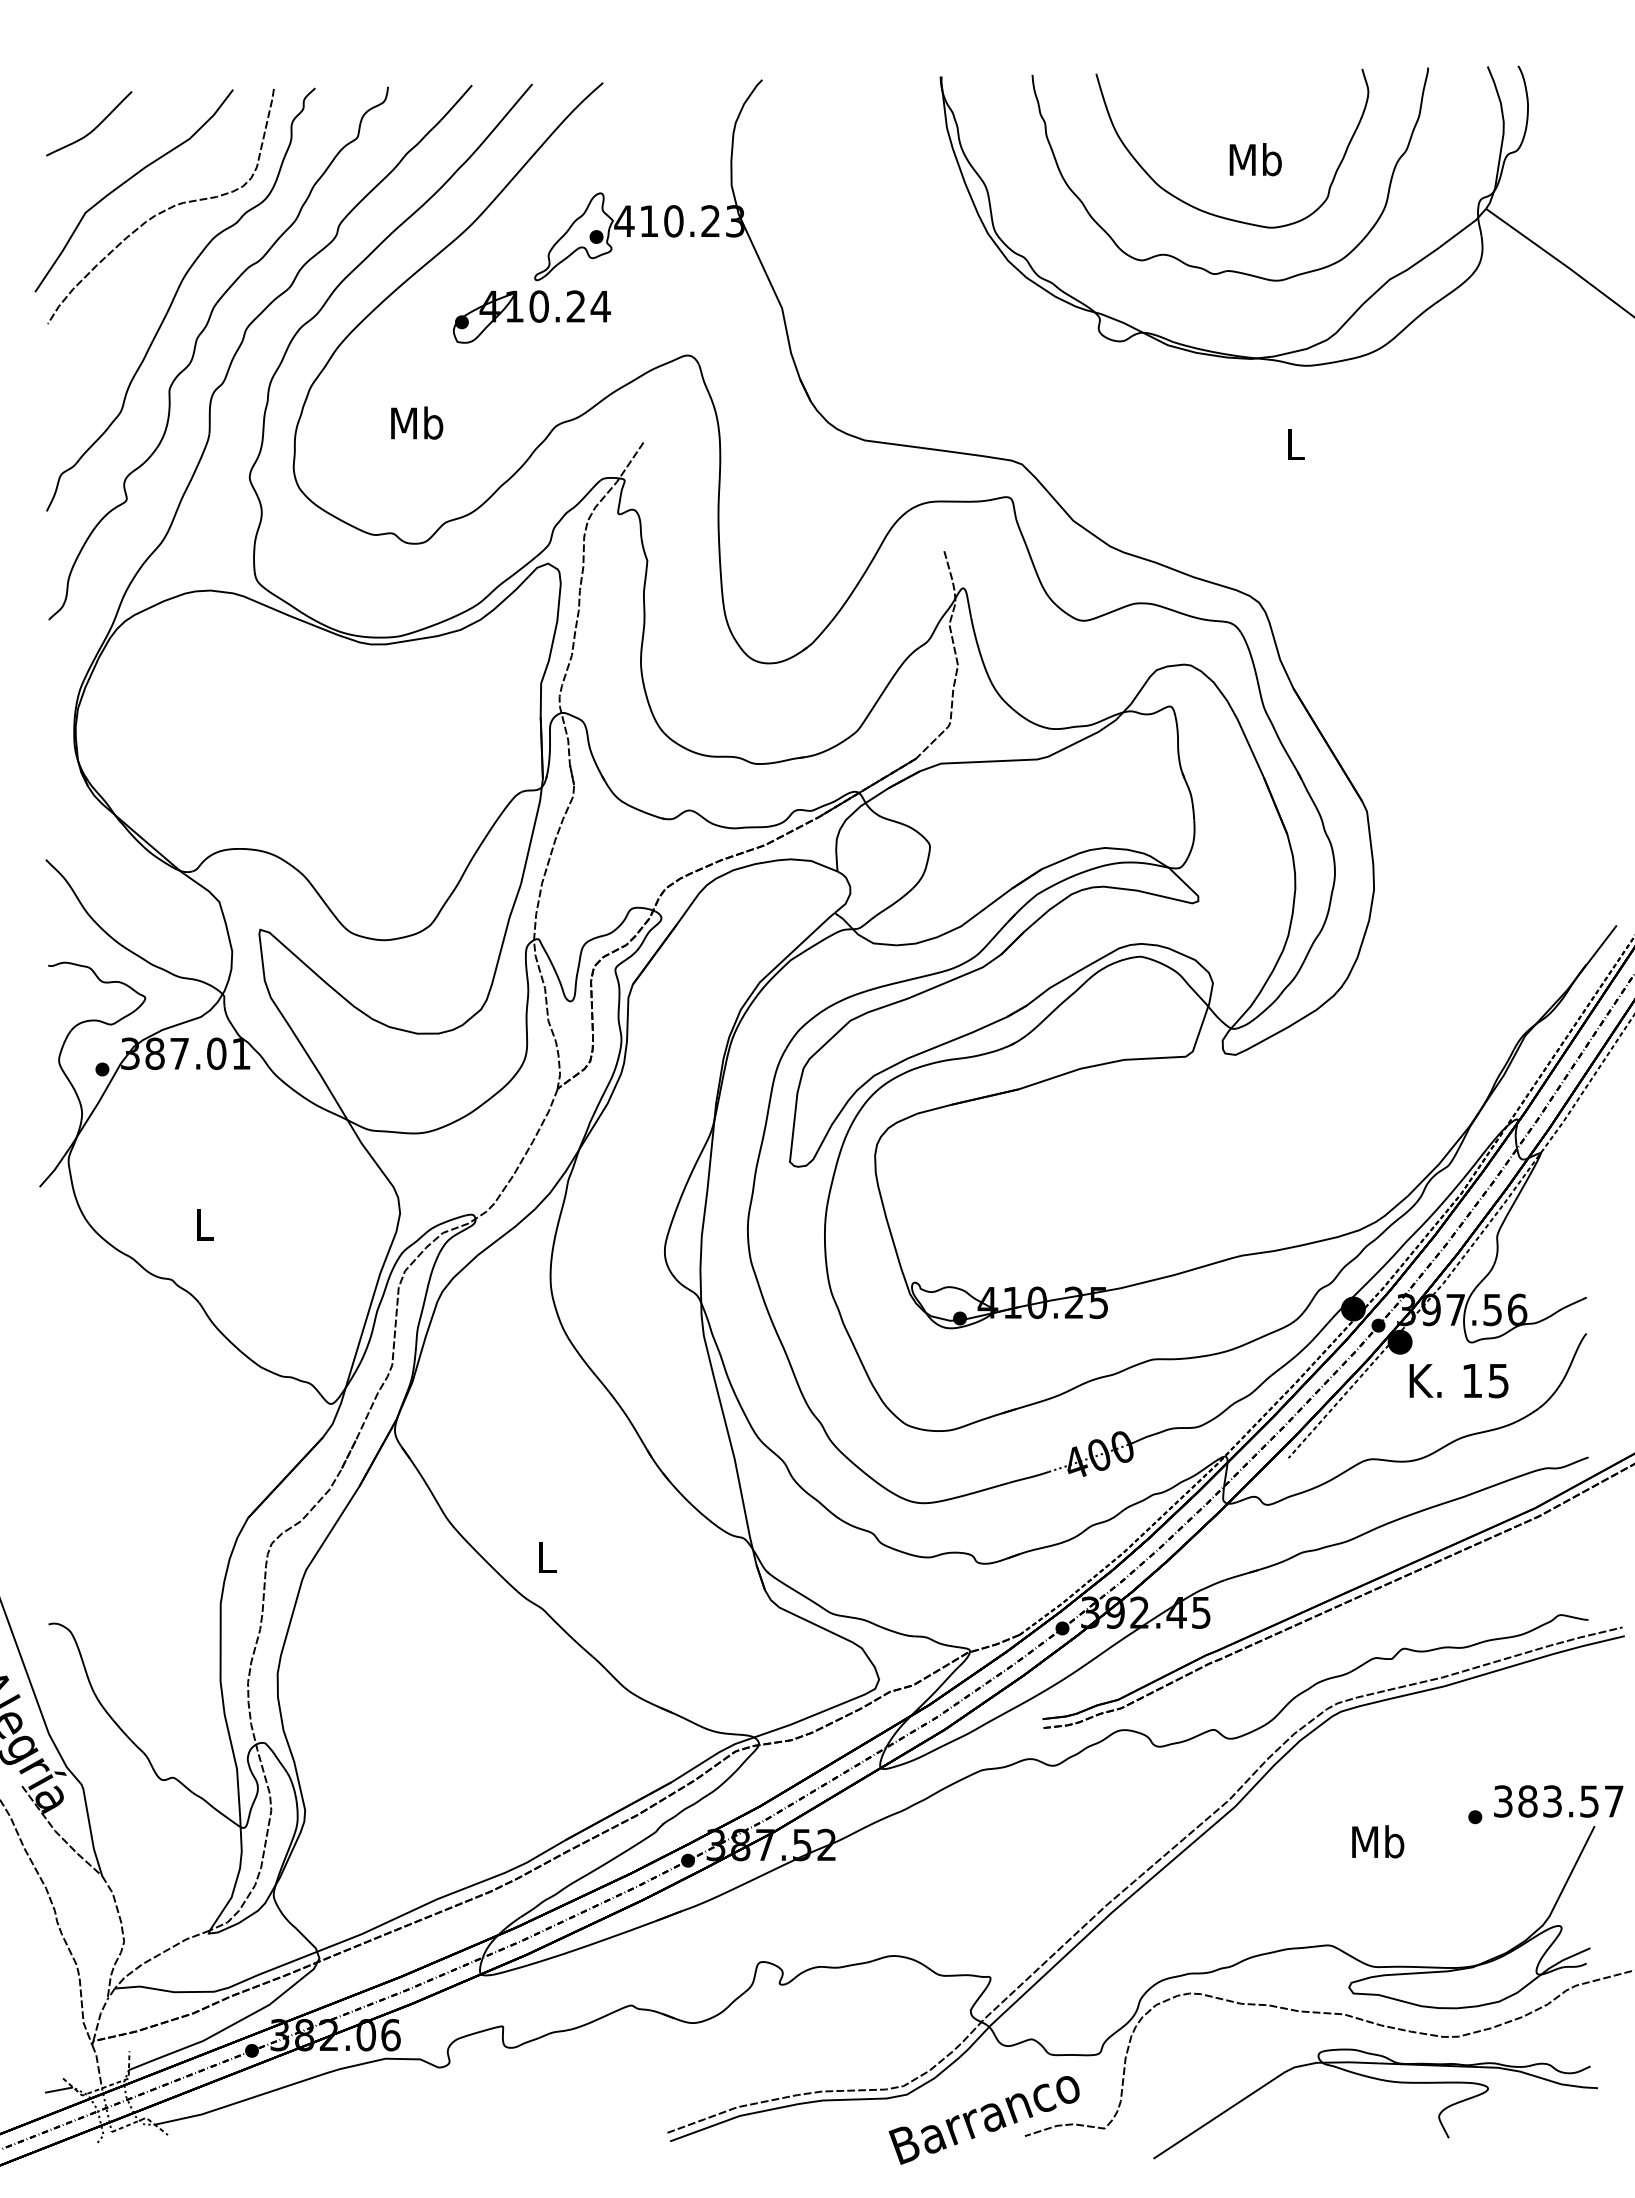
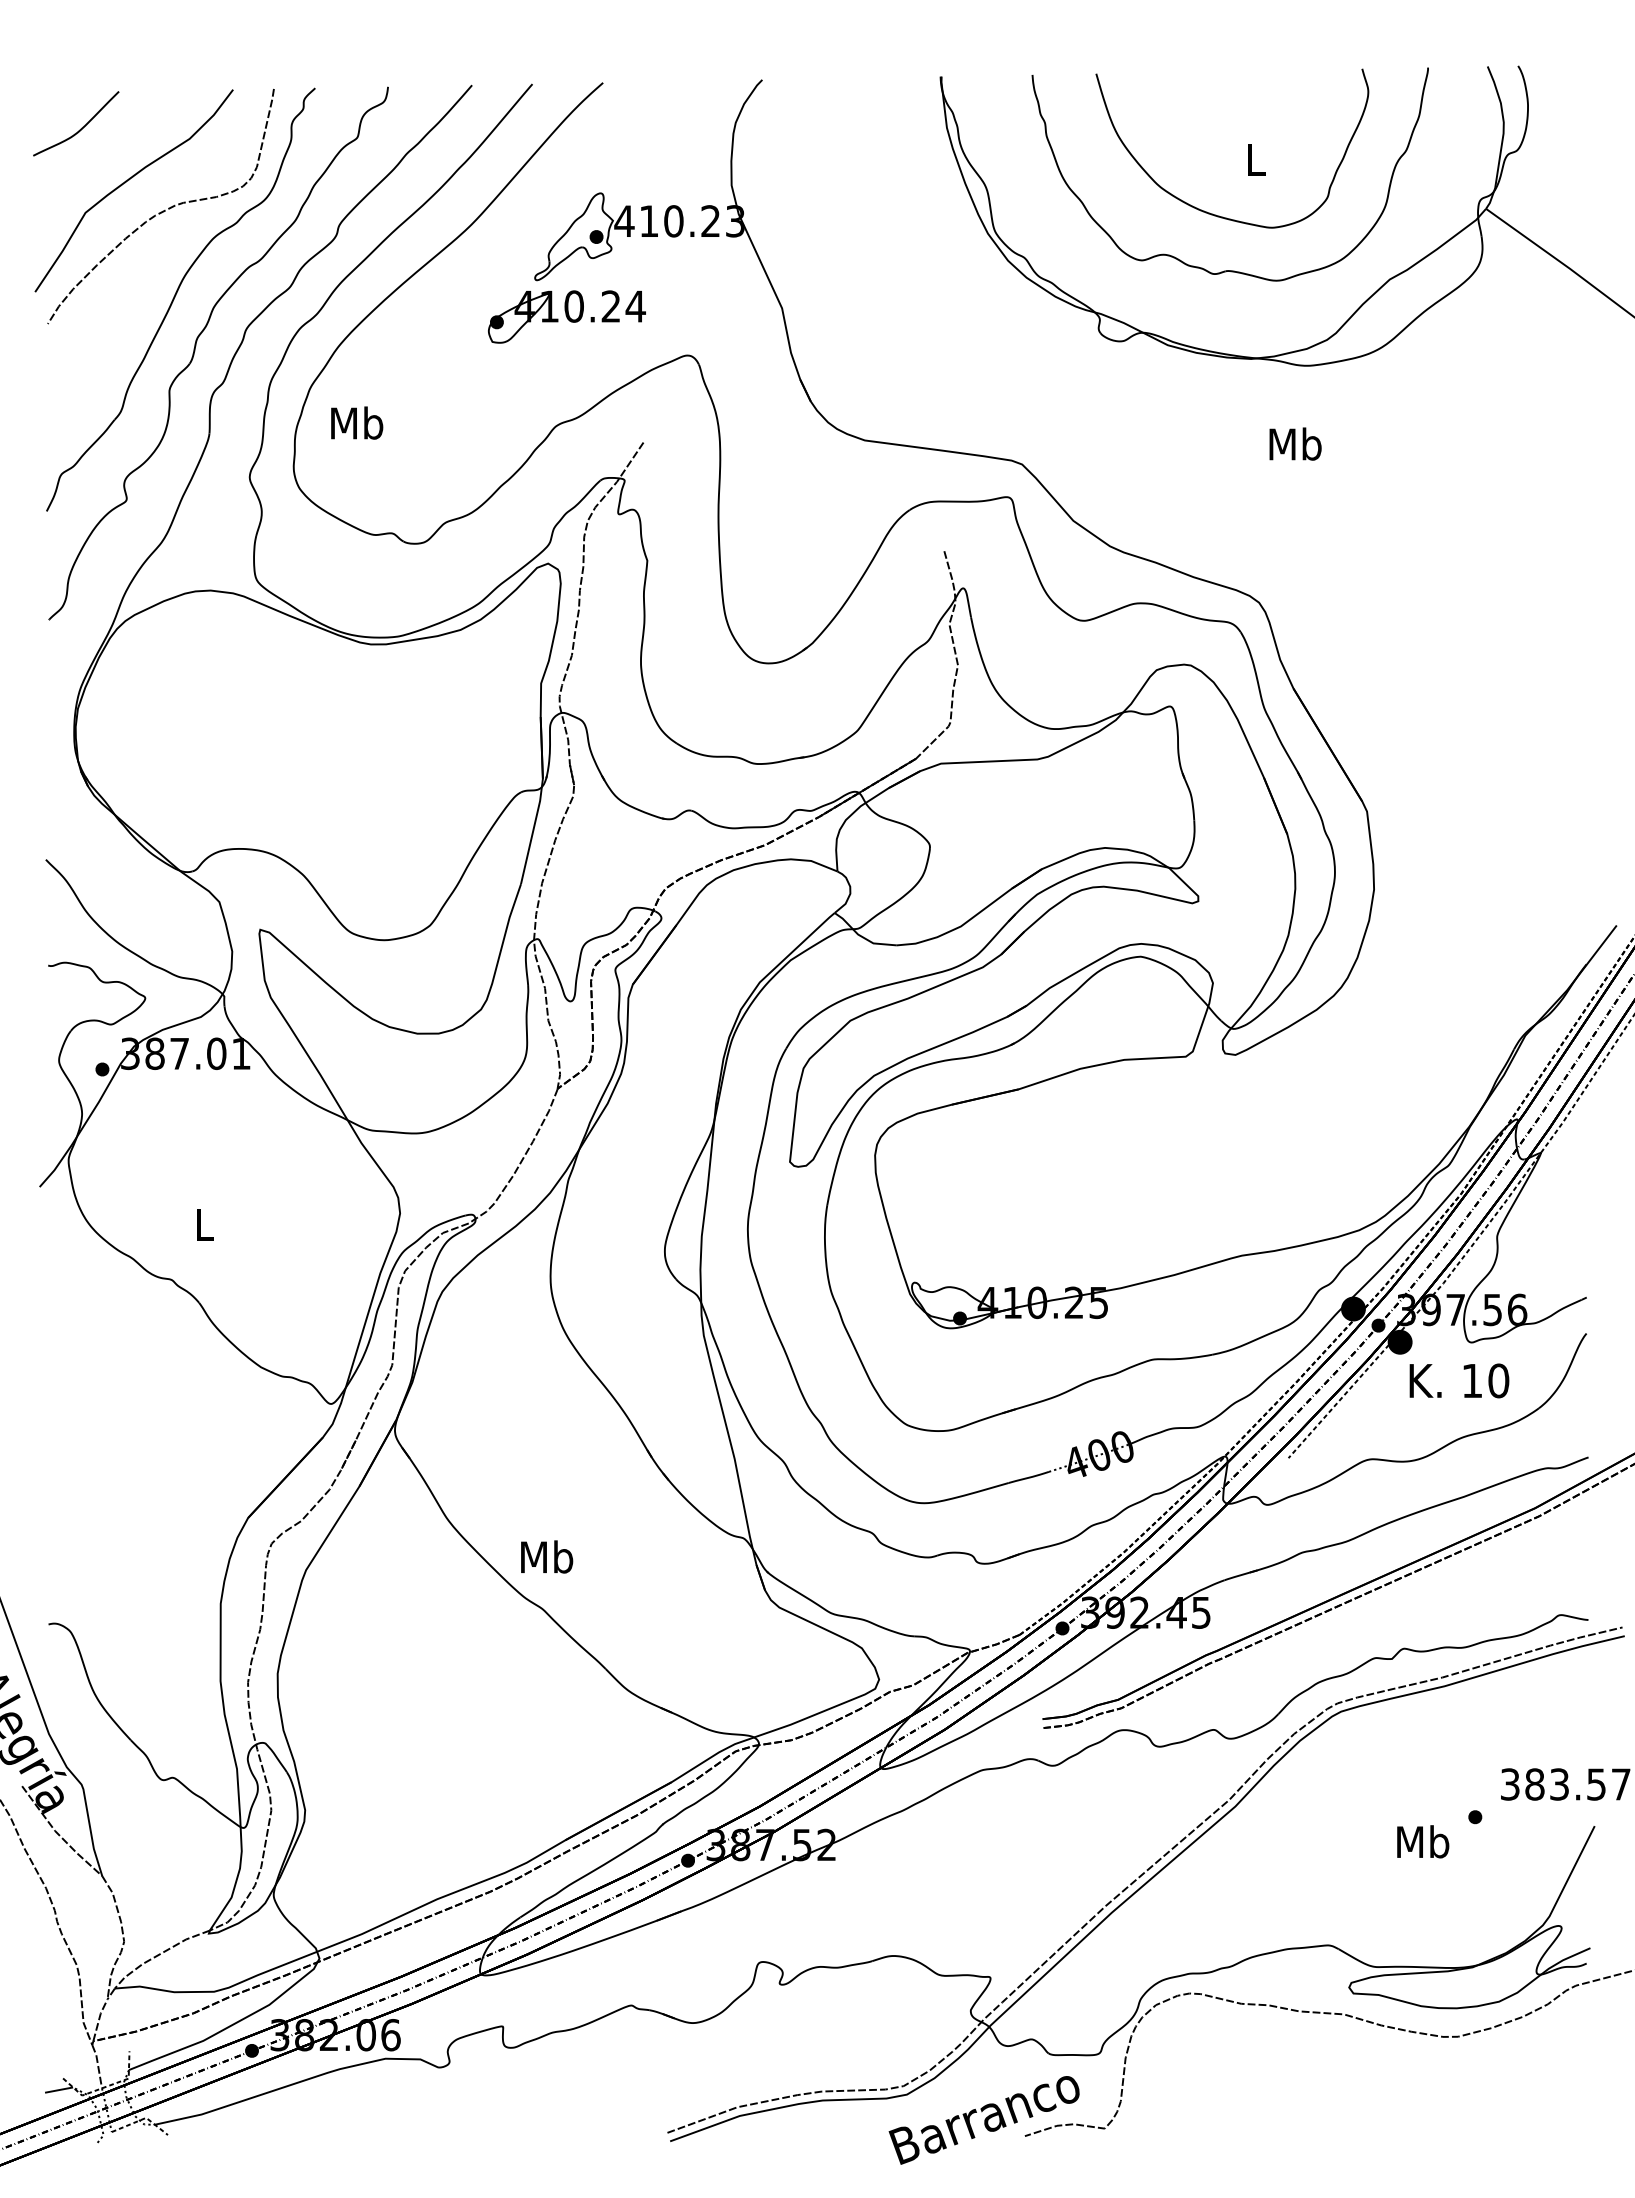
curve at (94, 127) position: (94, 127) -> (81, 127)
text at (1255, 159): Mb -> L
part at (531, 316) position: (531, 316) -> (566, 316)
text at (417, 422) position: (417, 422) -> (357, 422)
text at (1295, 443): L -> Mb
text at (1498, 1380): 15 -> 10
text at (547, 1556): L -> Mb
text at (1558, 1801) position: (1558, 1801) -> (1565, 1784)
text at (1378, 1841) position: (1378, 1841) -> (1423, 1841)
part at (1378, 2080): present -> none
